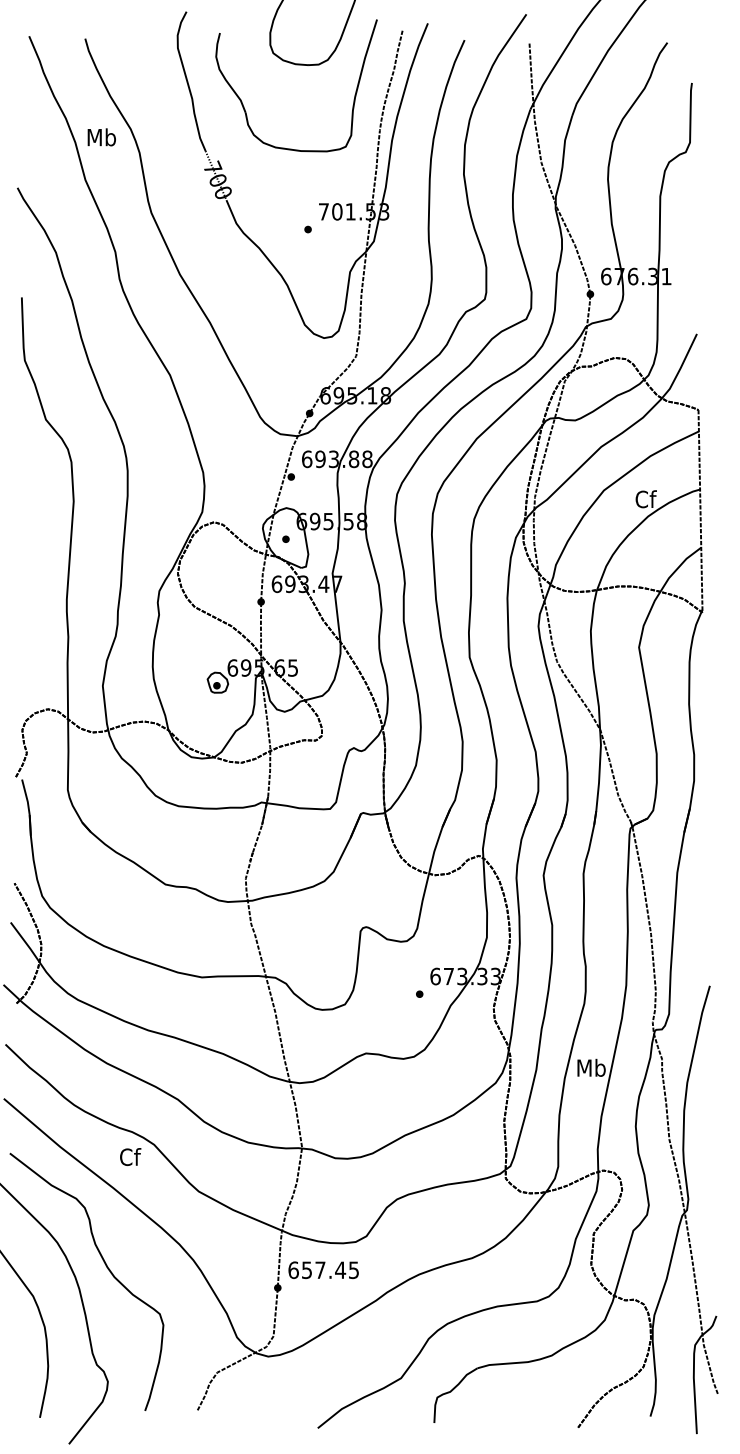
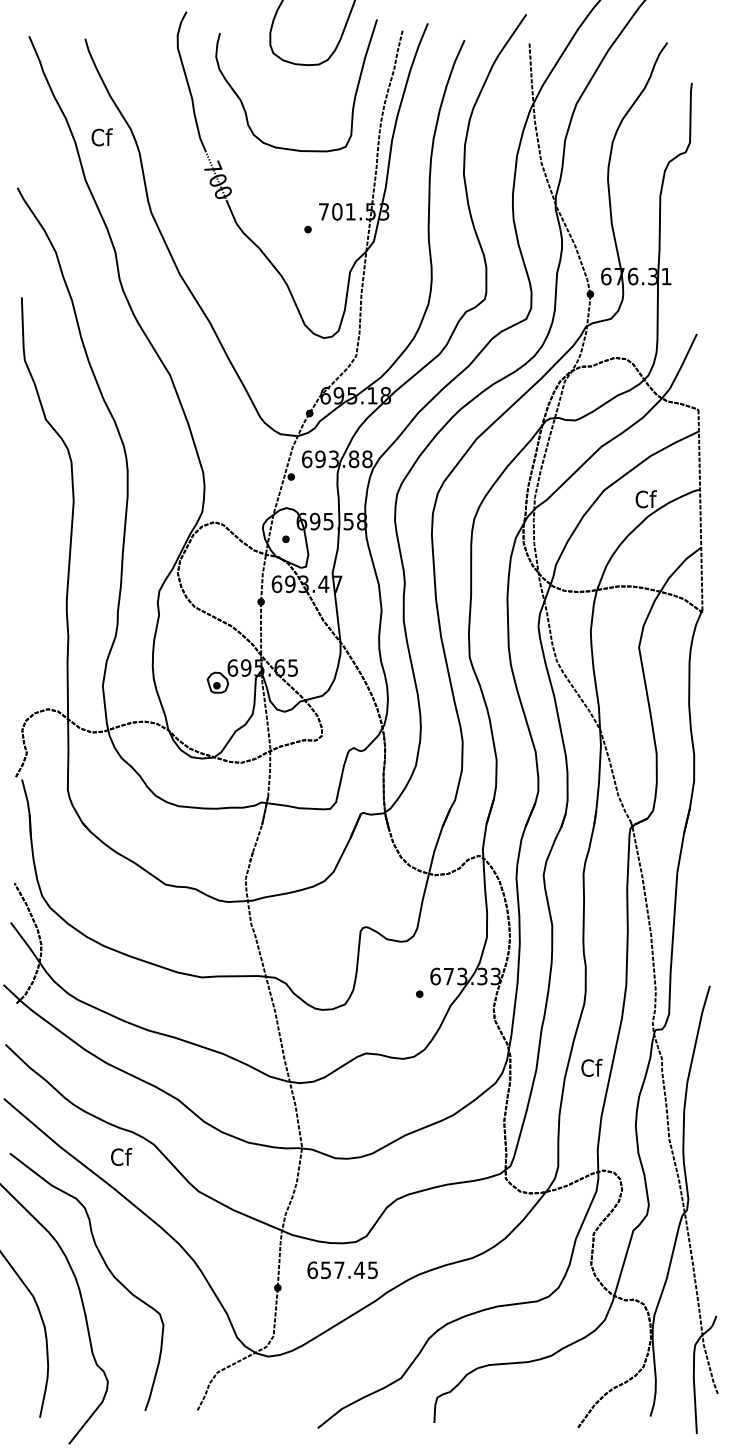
text at (101, 137): Mb -> Cf
text at (591, 1067): Mb -> Cf
text at (130, 1156) position: (130, 1156) -> (121, 1156)
text at (323, 1269) position: (323, 1269) -> (342, 1269)
